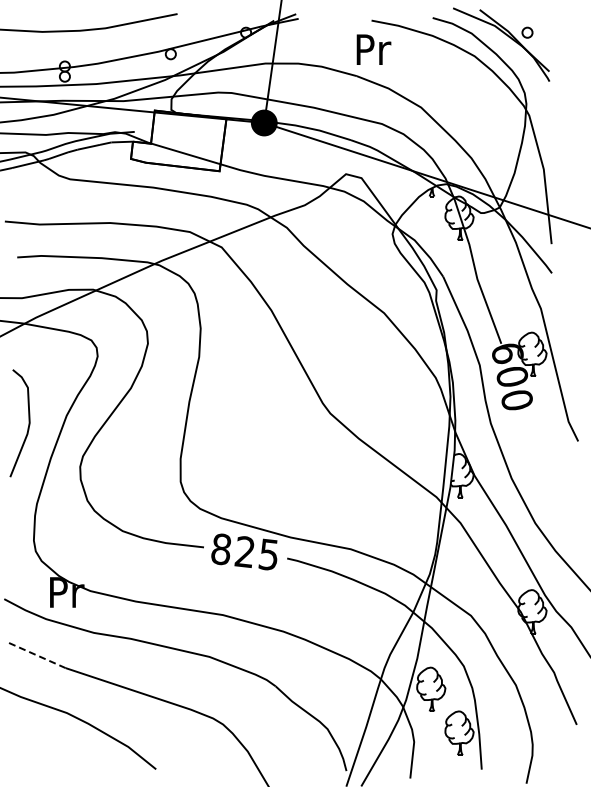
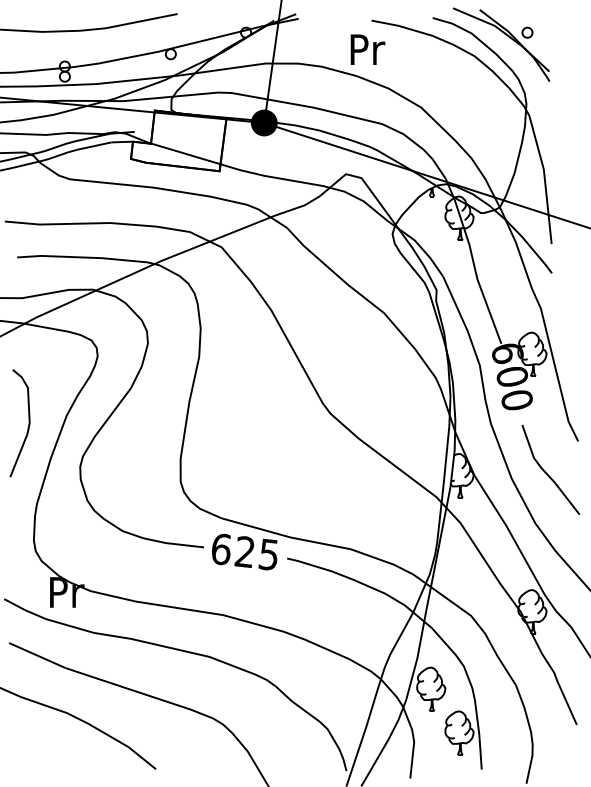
text at (373, 49) position: (373, 49) -> (367, 49)
line at (546, 472): none -> present
text at (221, 548): 825 -> 625
line at (37, 655): dashed -> solid
